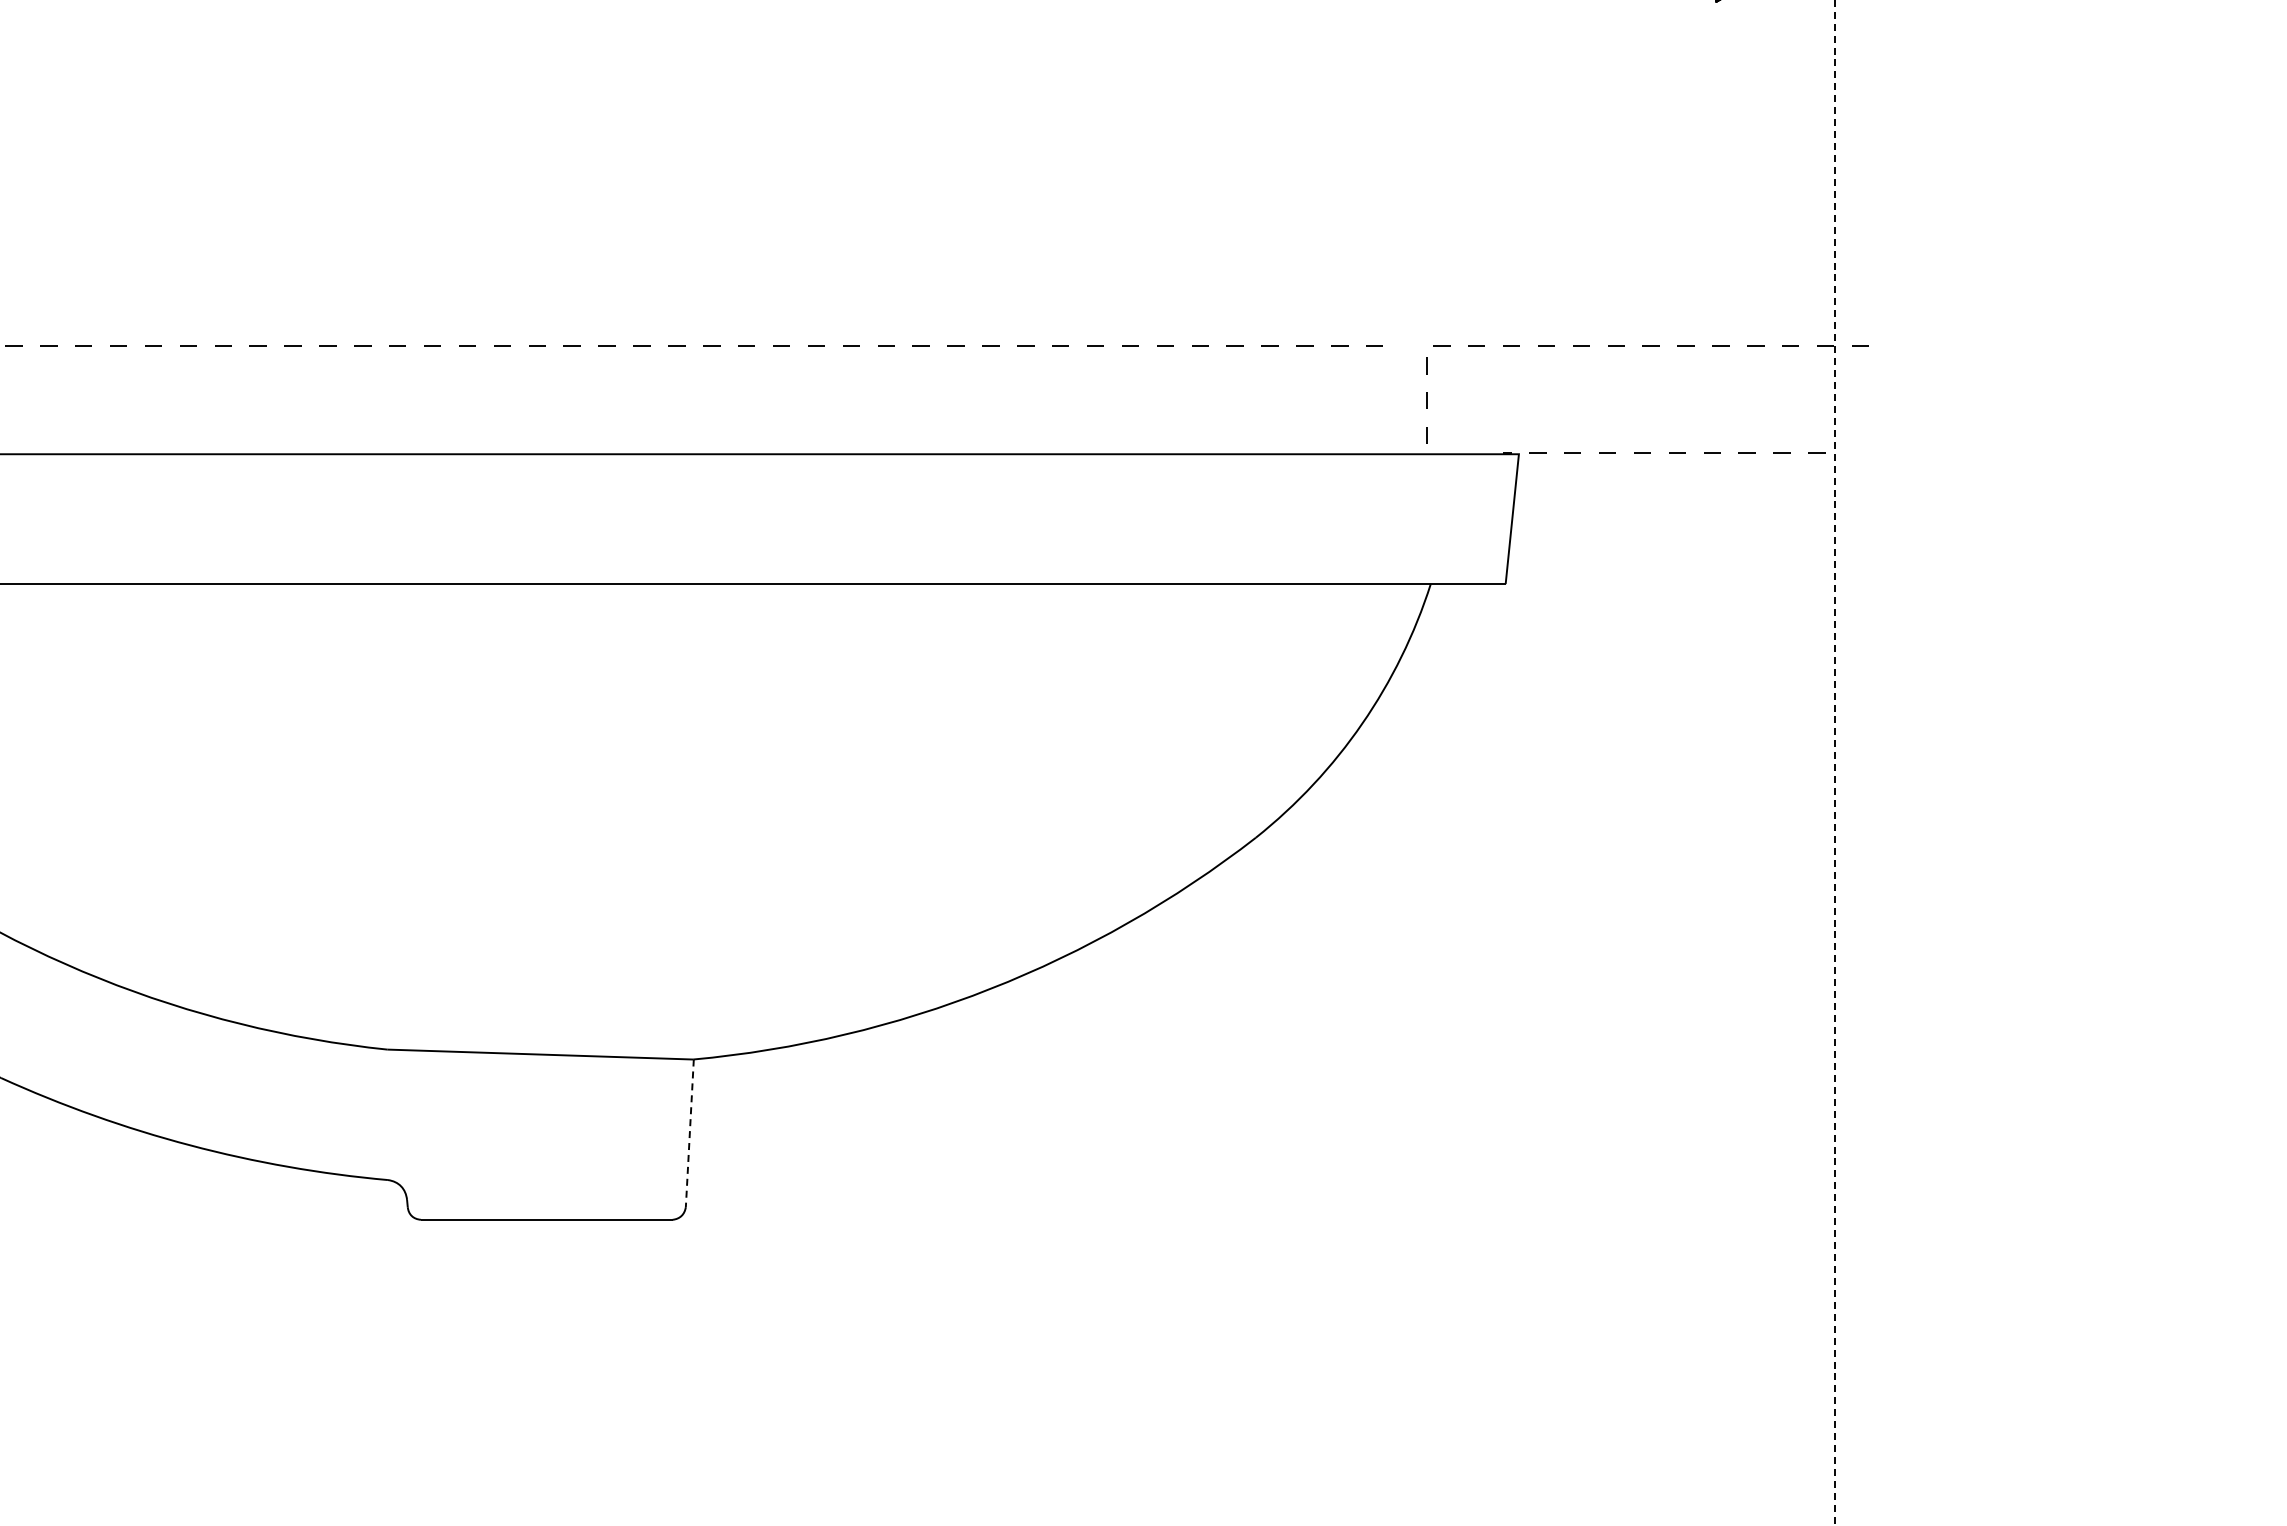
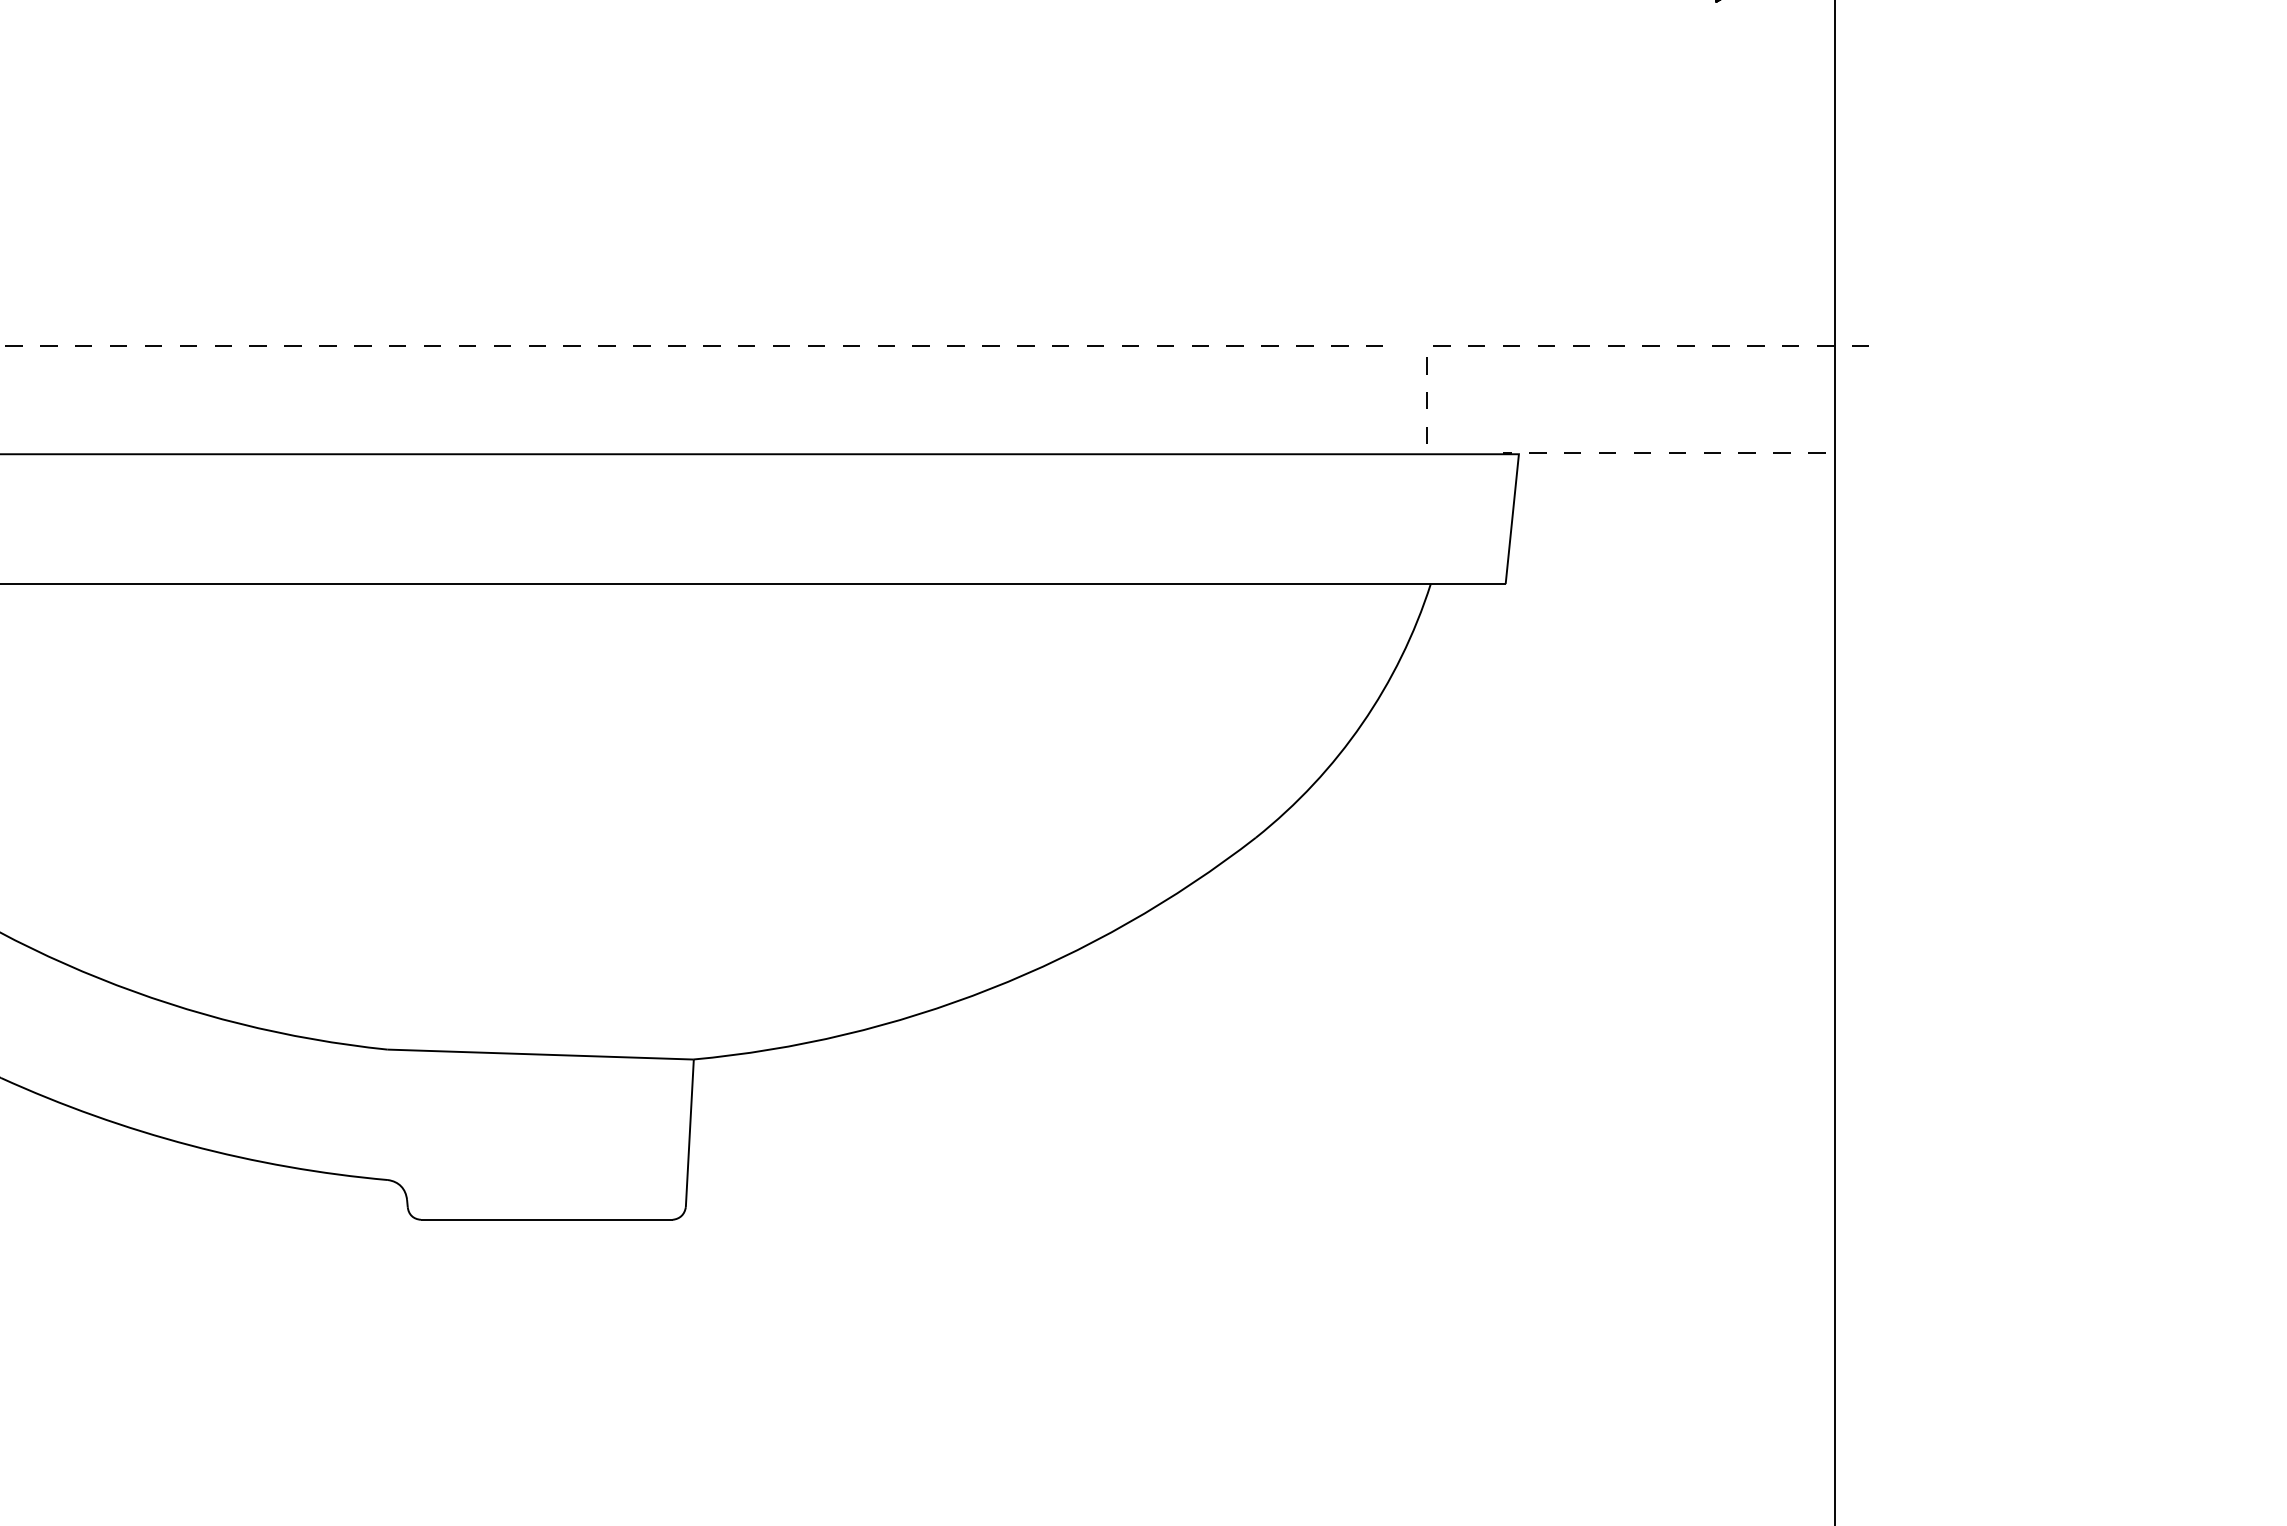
line at (1835, 763): dashed -> solid
line at (689, 1133): dashed -> solid
